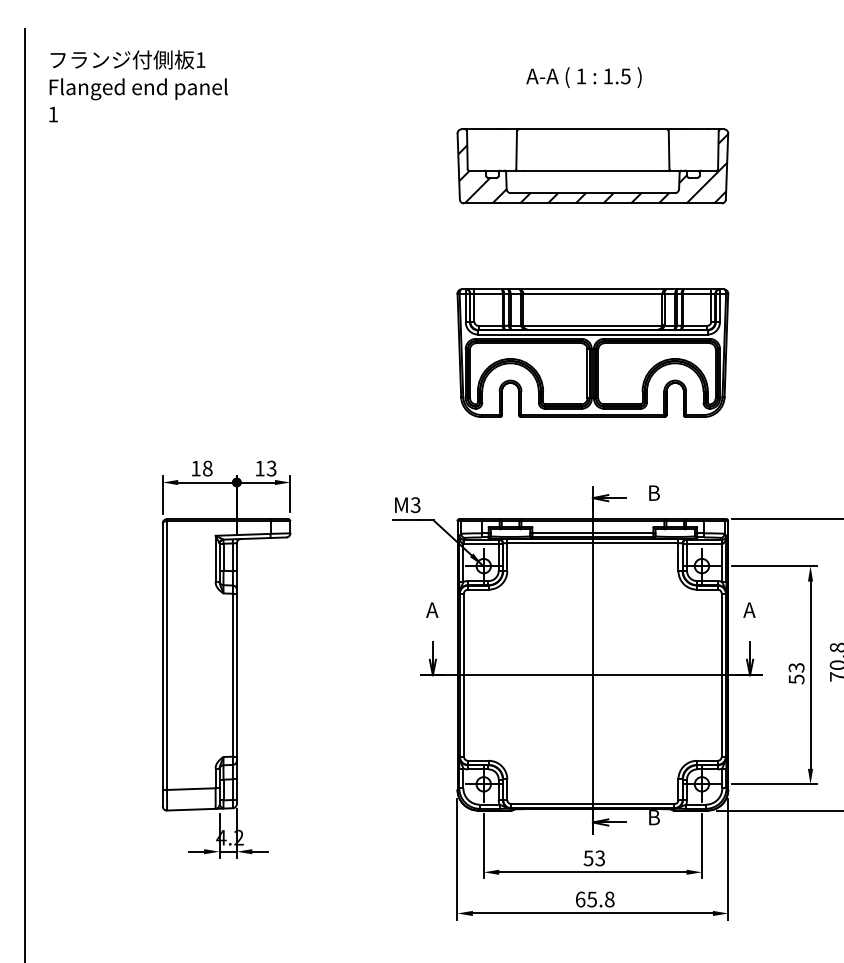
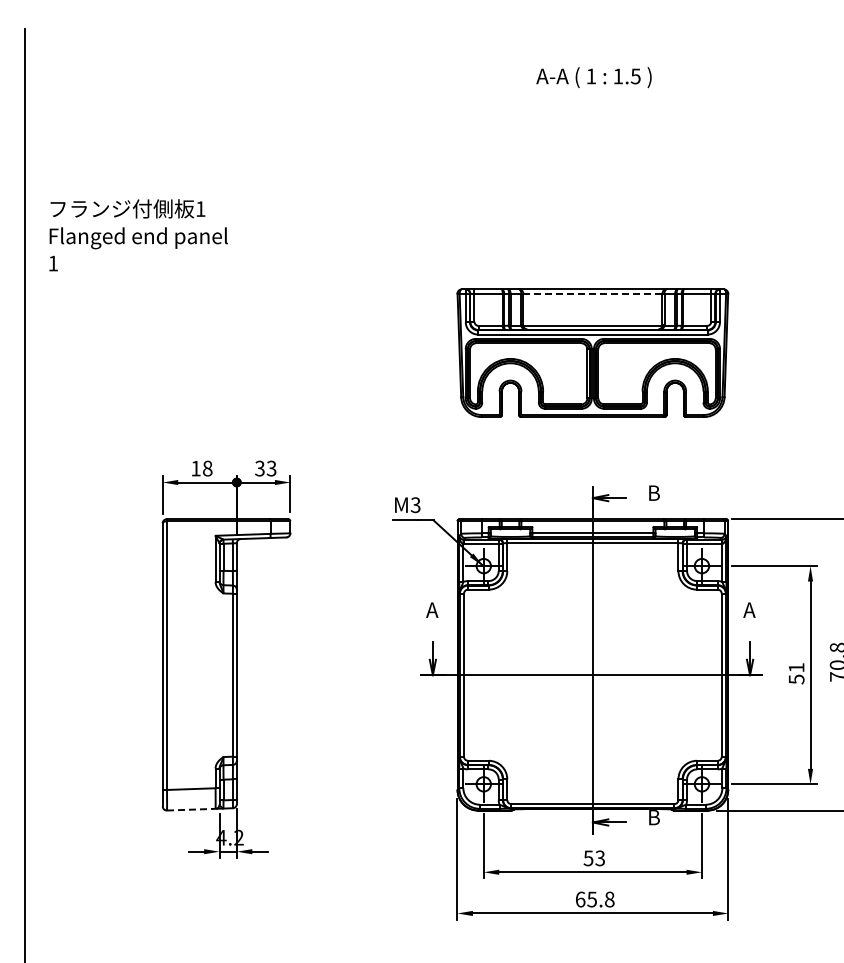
text at (583, 77) position: (583, 77) -> (593, 77)
text at (138, 86) position: (138, 86) -> (138, 235)
part at (592, 166): present -> none
line at (592, 293): solid -> dashed
text at (259, 468): 13 -> 33
text at (796, 667): 53 -> 51
line at (191, 809): solid -> dashed
